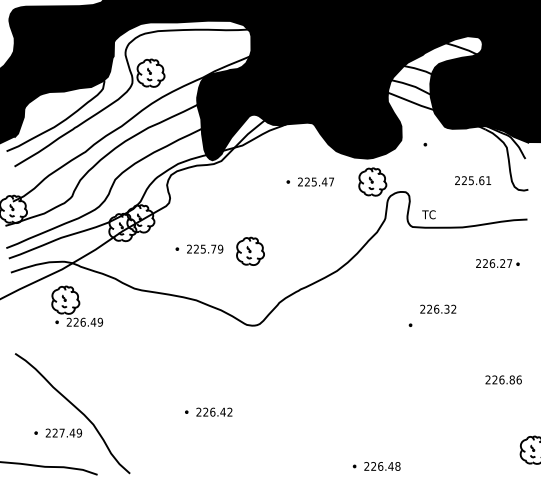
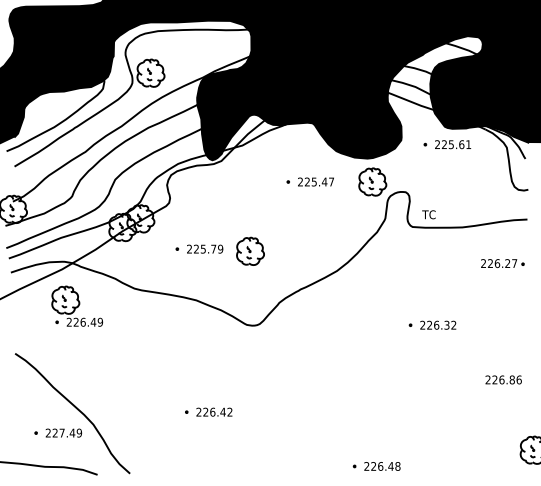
text at (473, 180) position: (473, 180) -> (453, 144)
part at (497, 263) position: (497, 263) -> (502, 263)
text at (438, 308) position: (438, 308) -> (438, 324)
